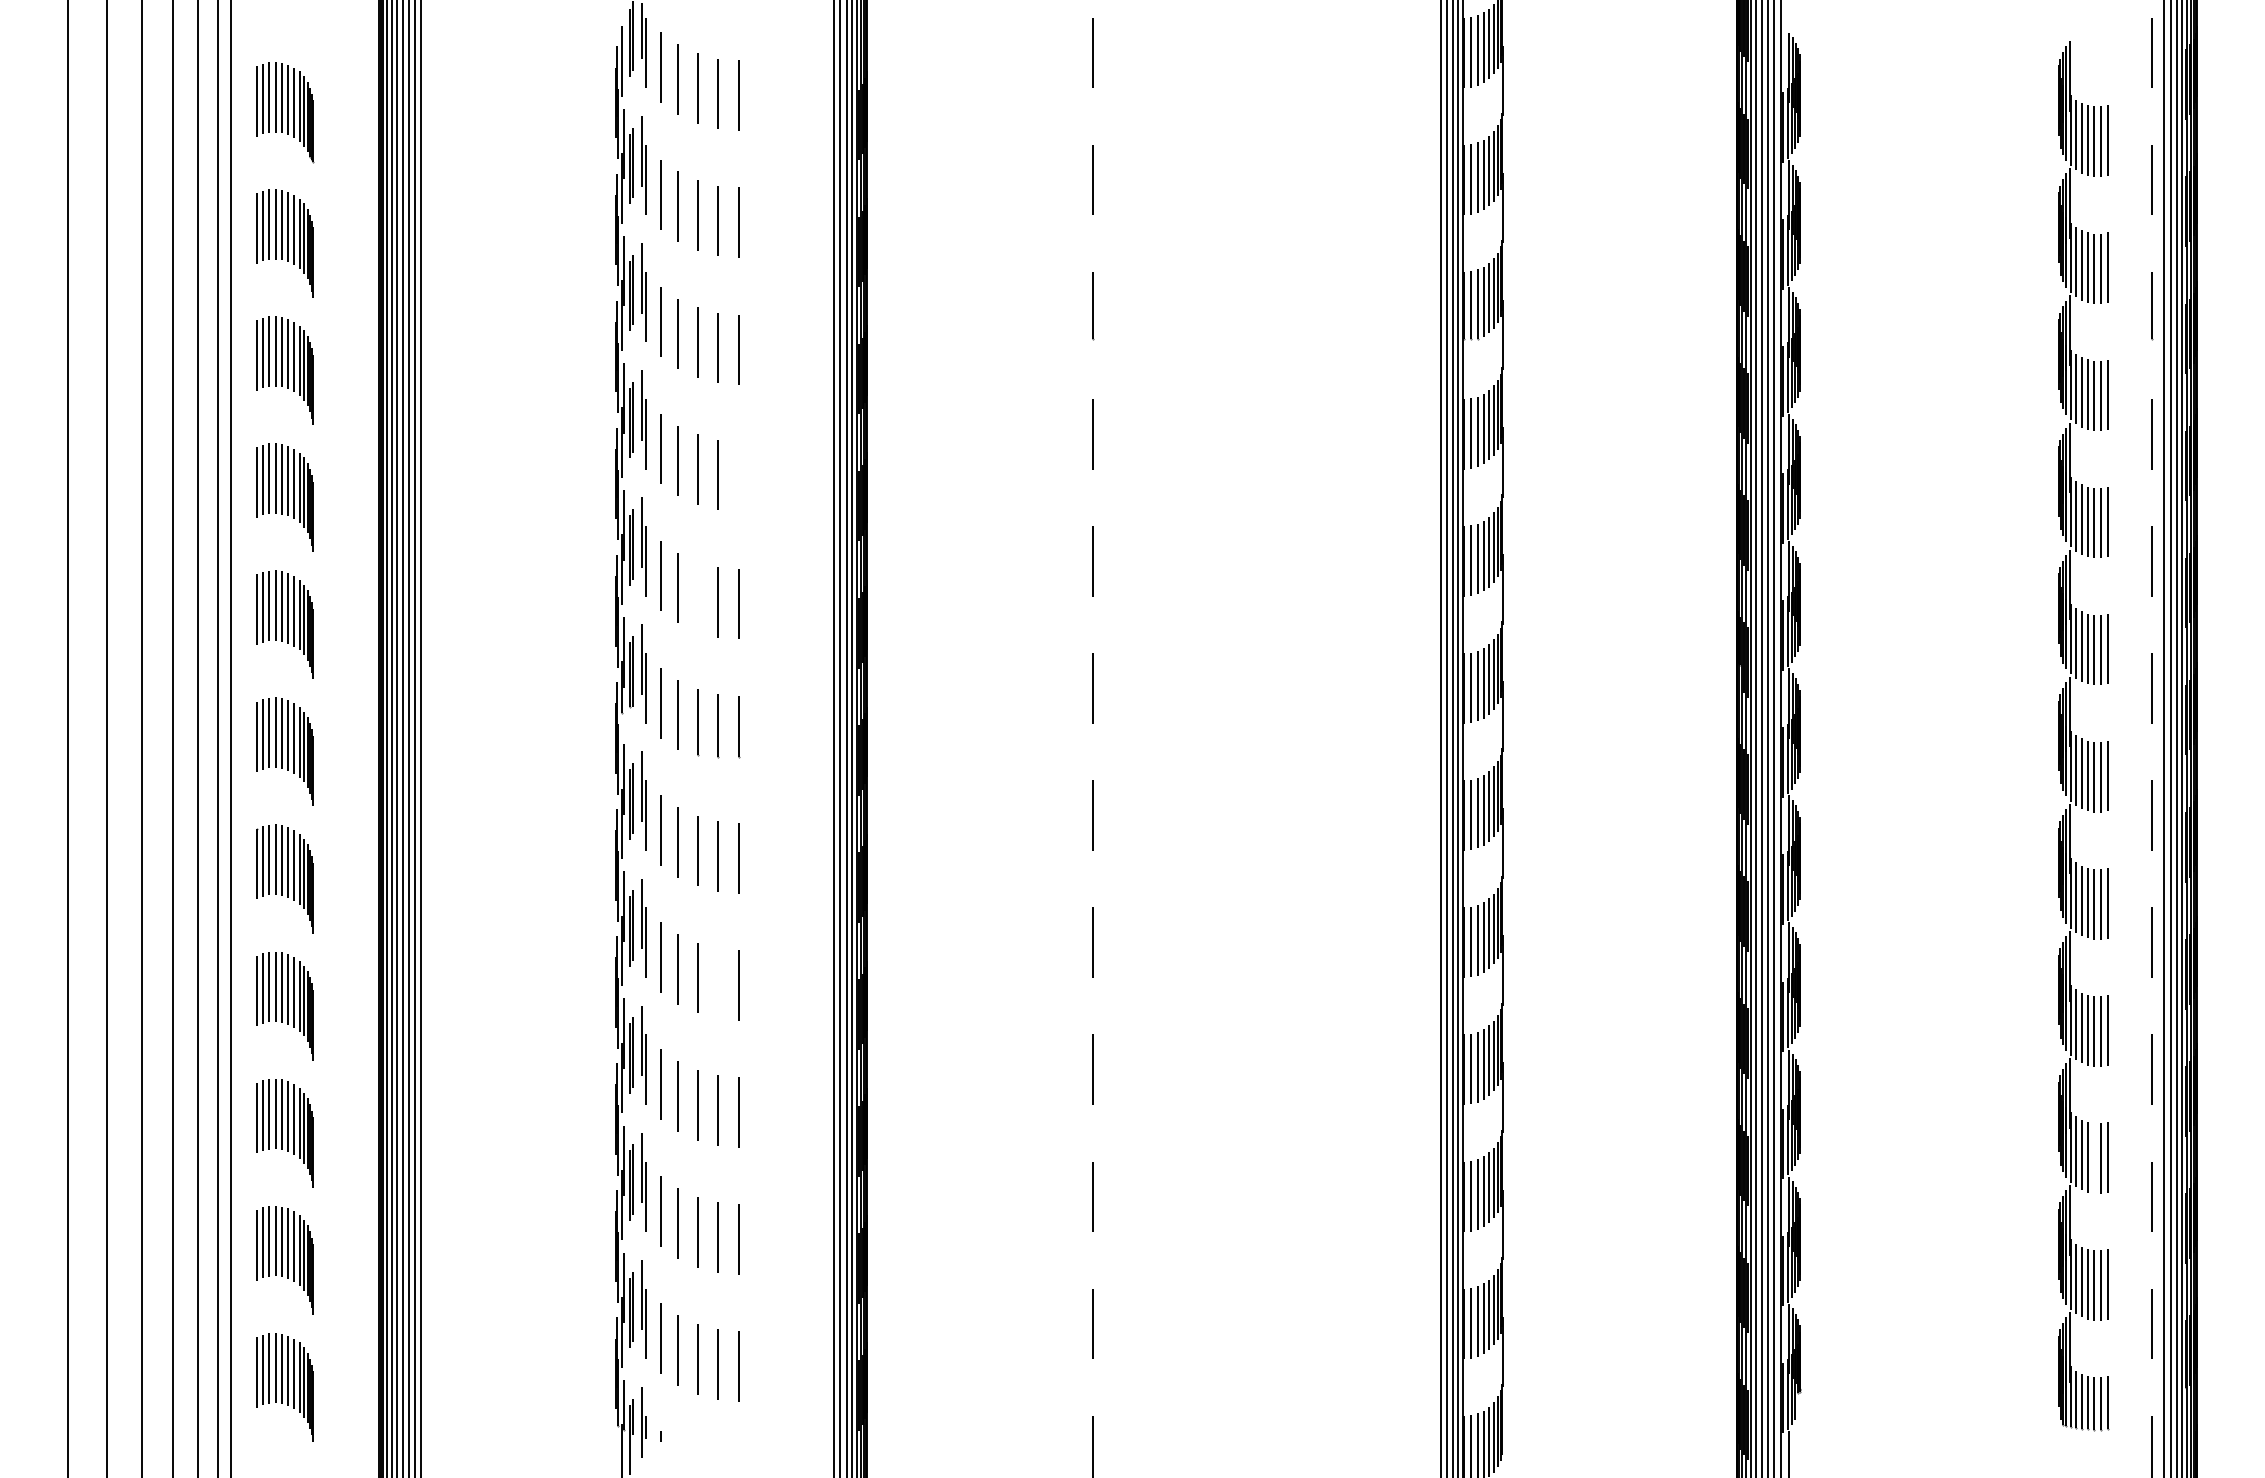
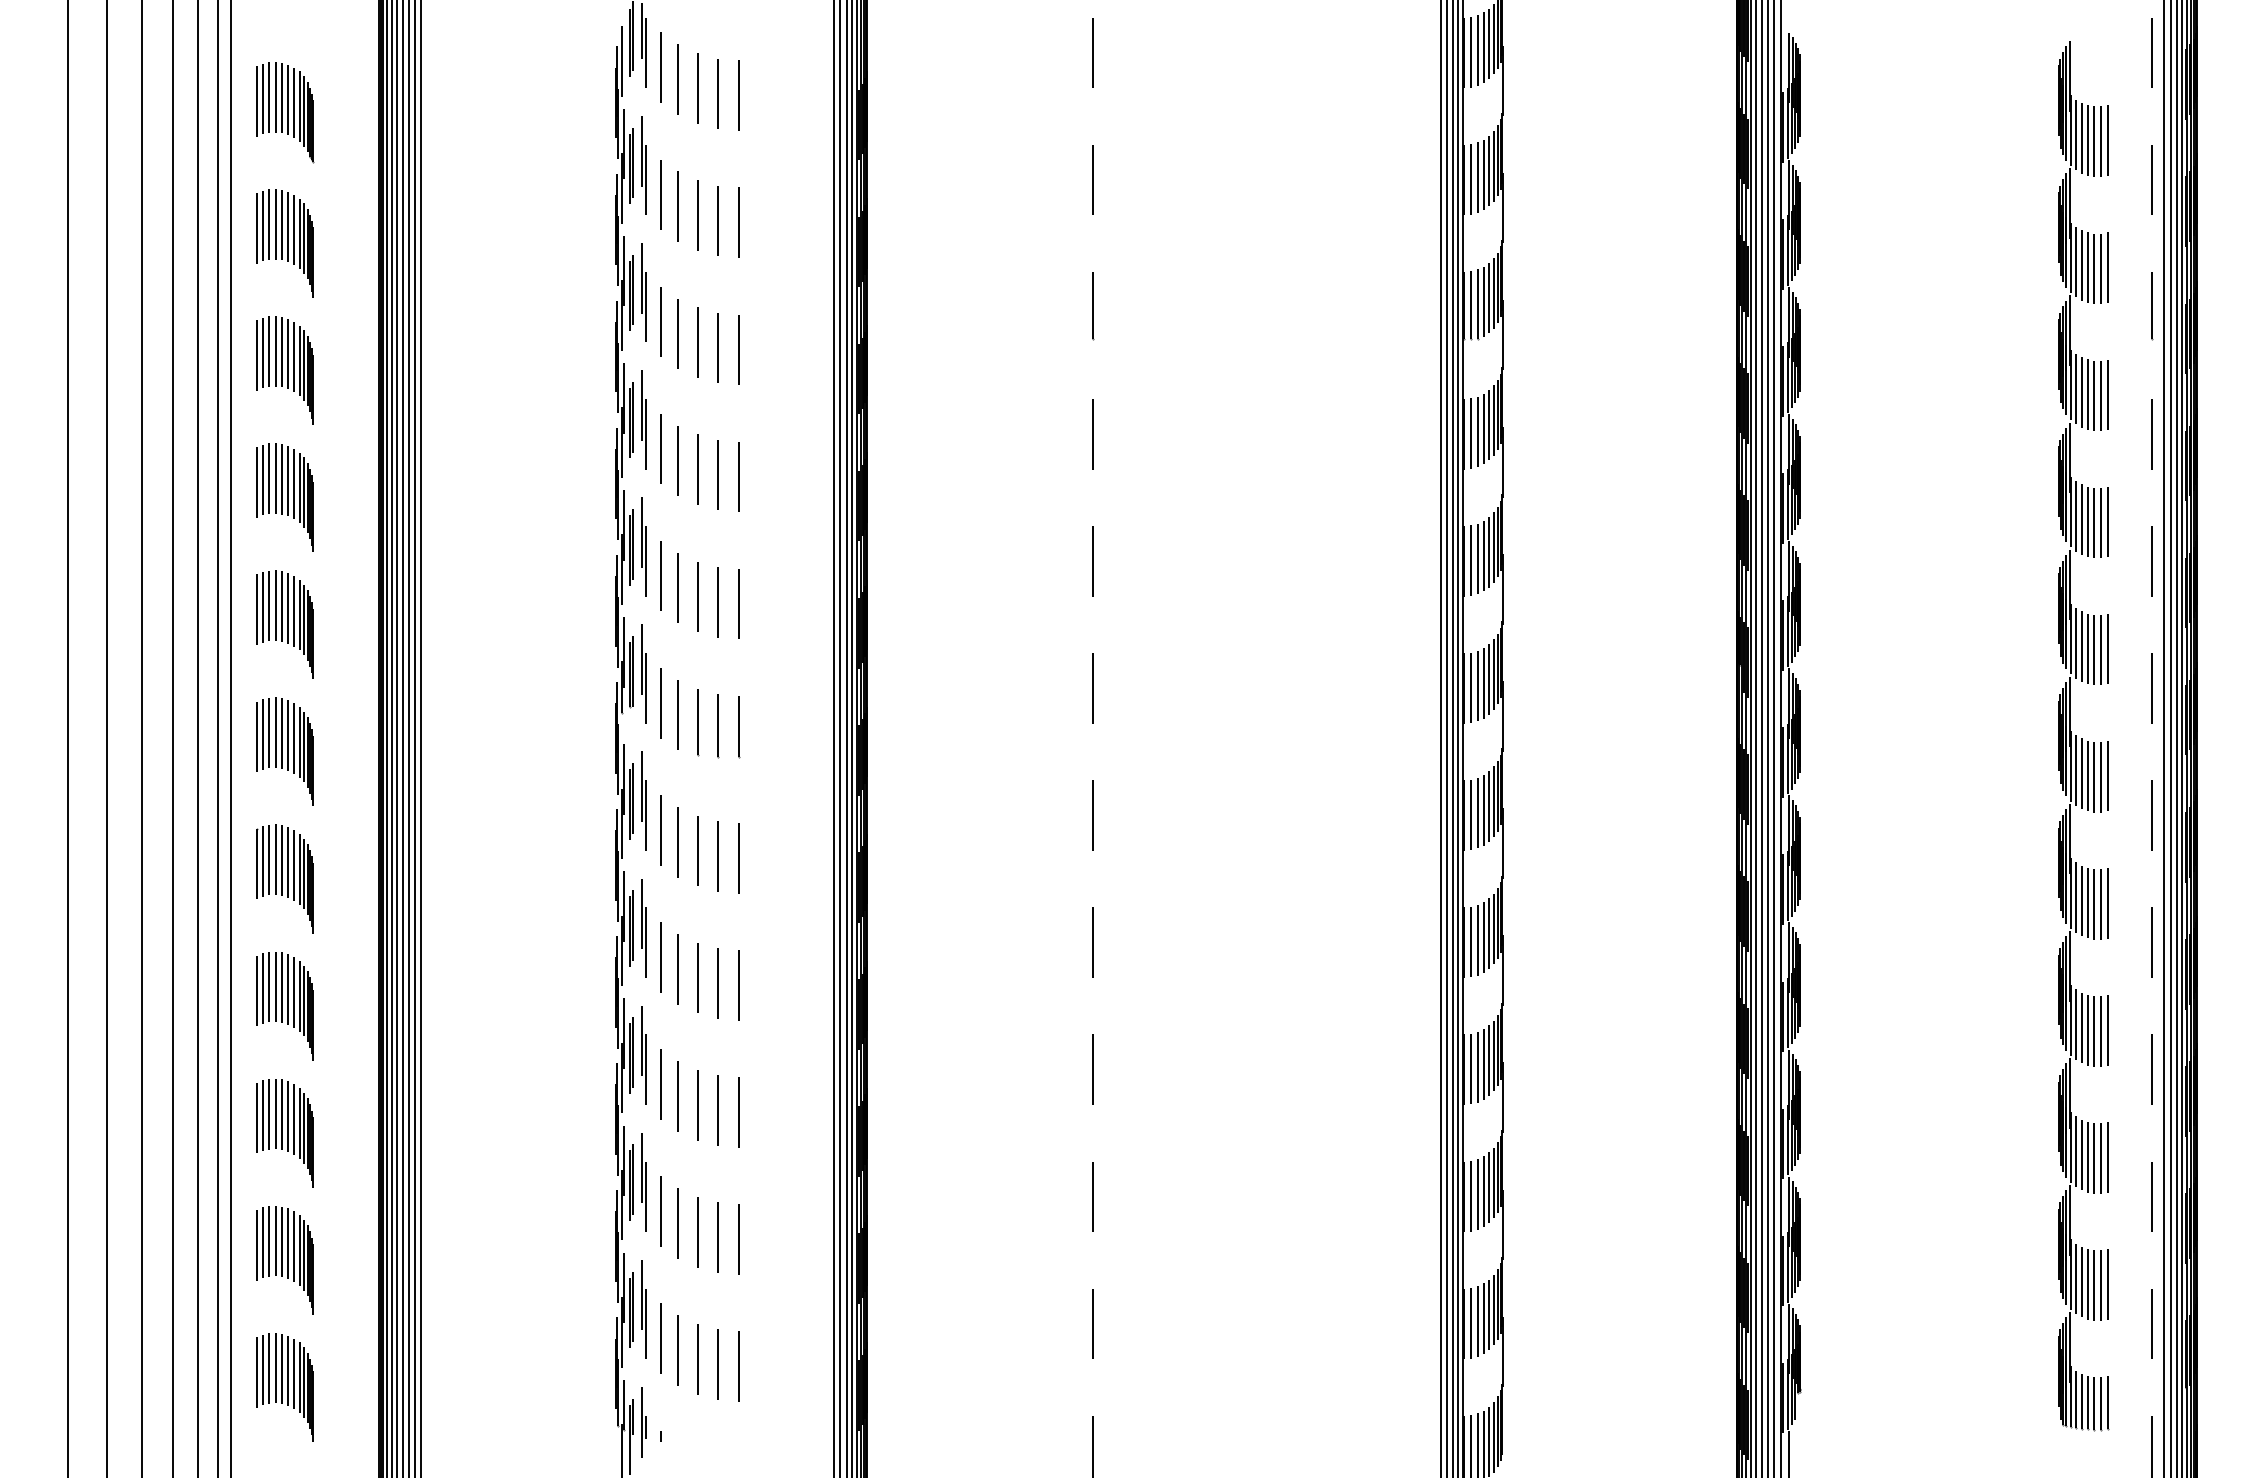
line at (738, 476): none -> present
line at (697, 596): none -> present
line at (717, 983): none -> present
line at (2094, 1158): none -> present
